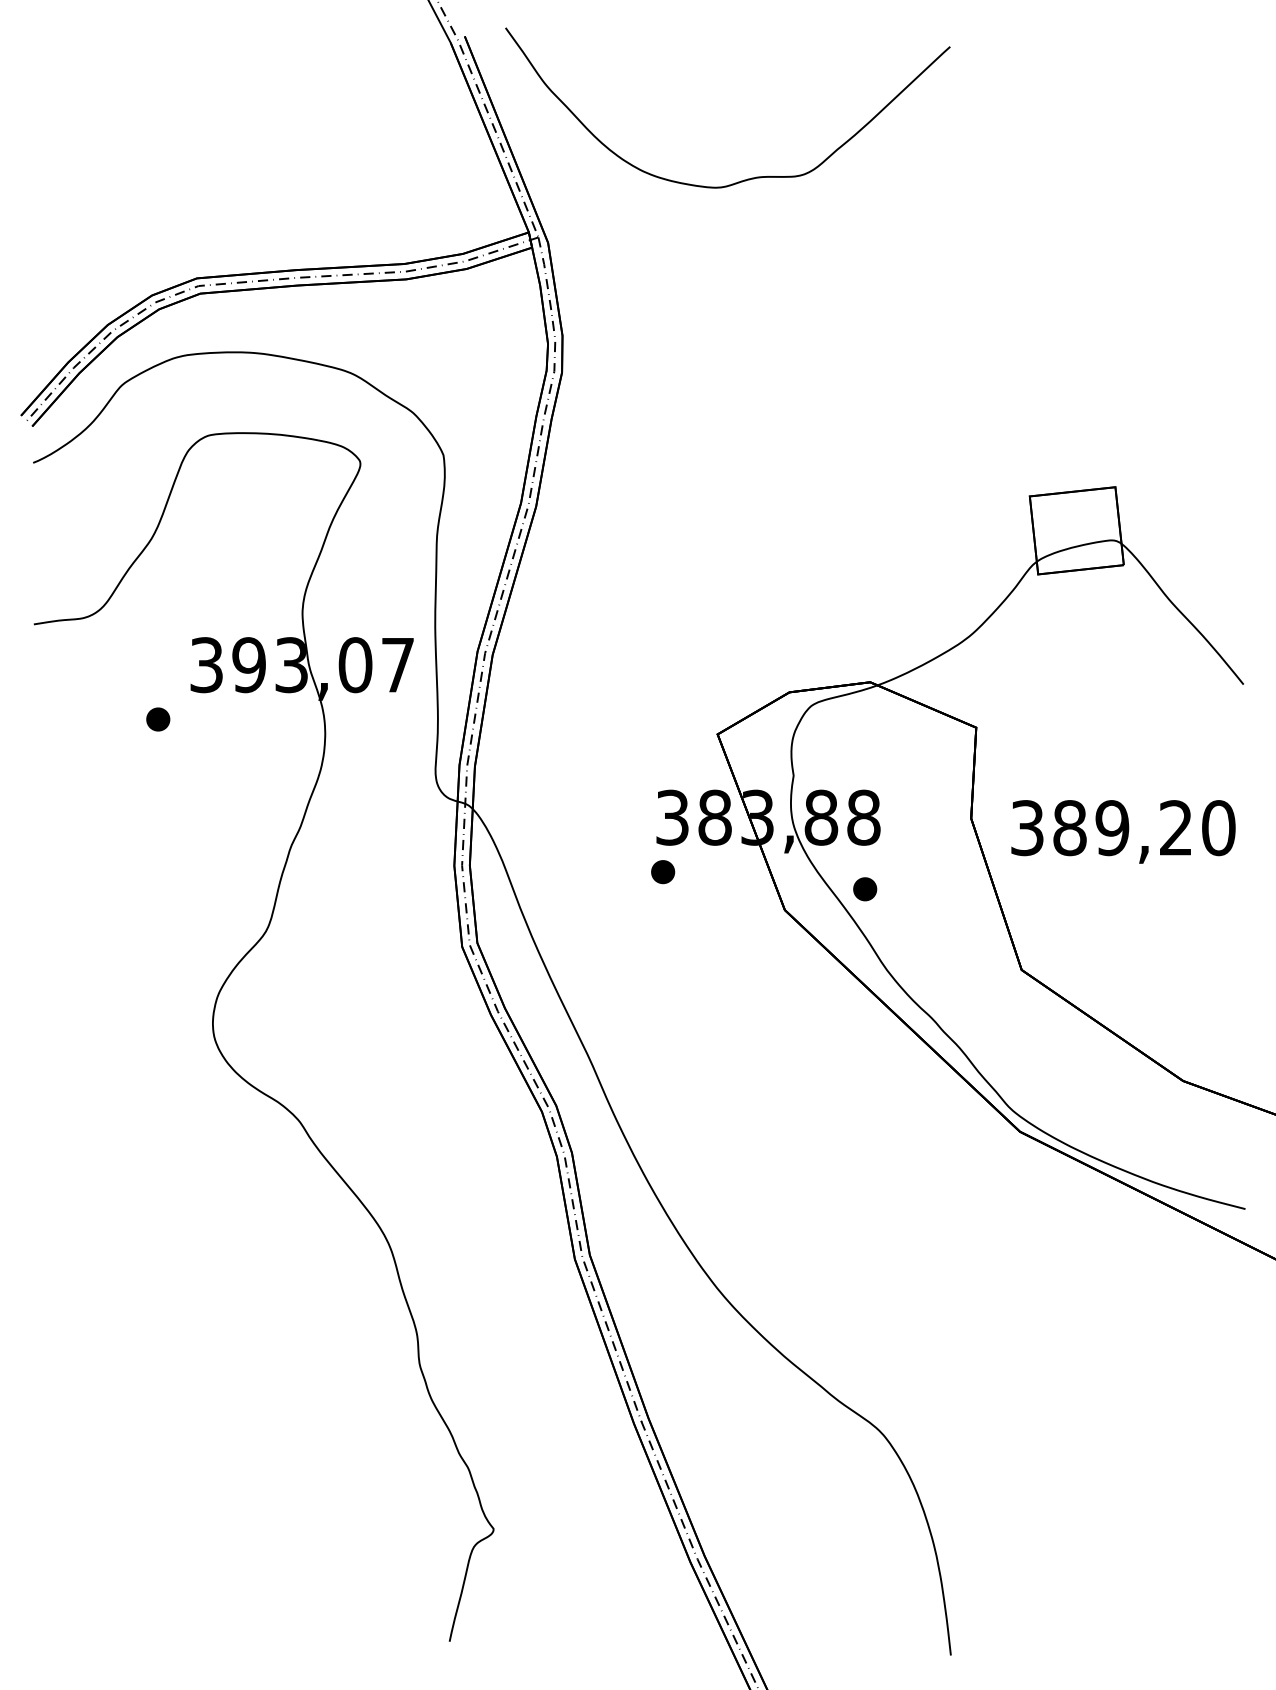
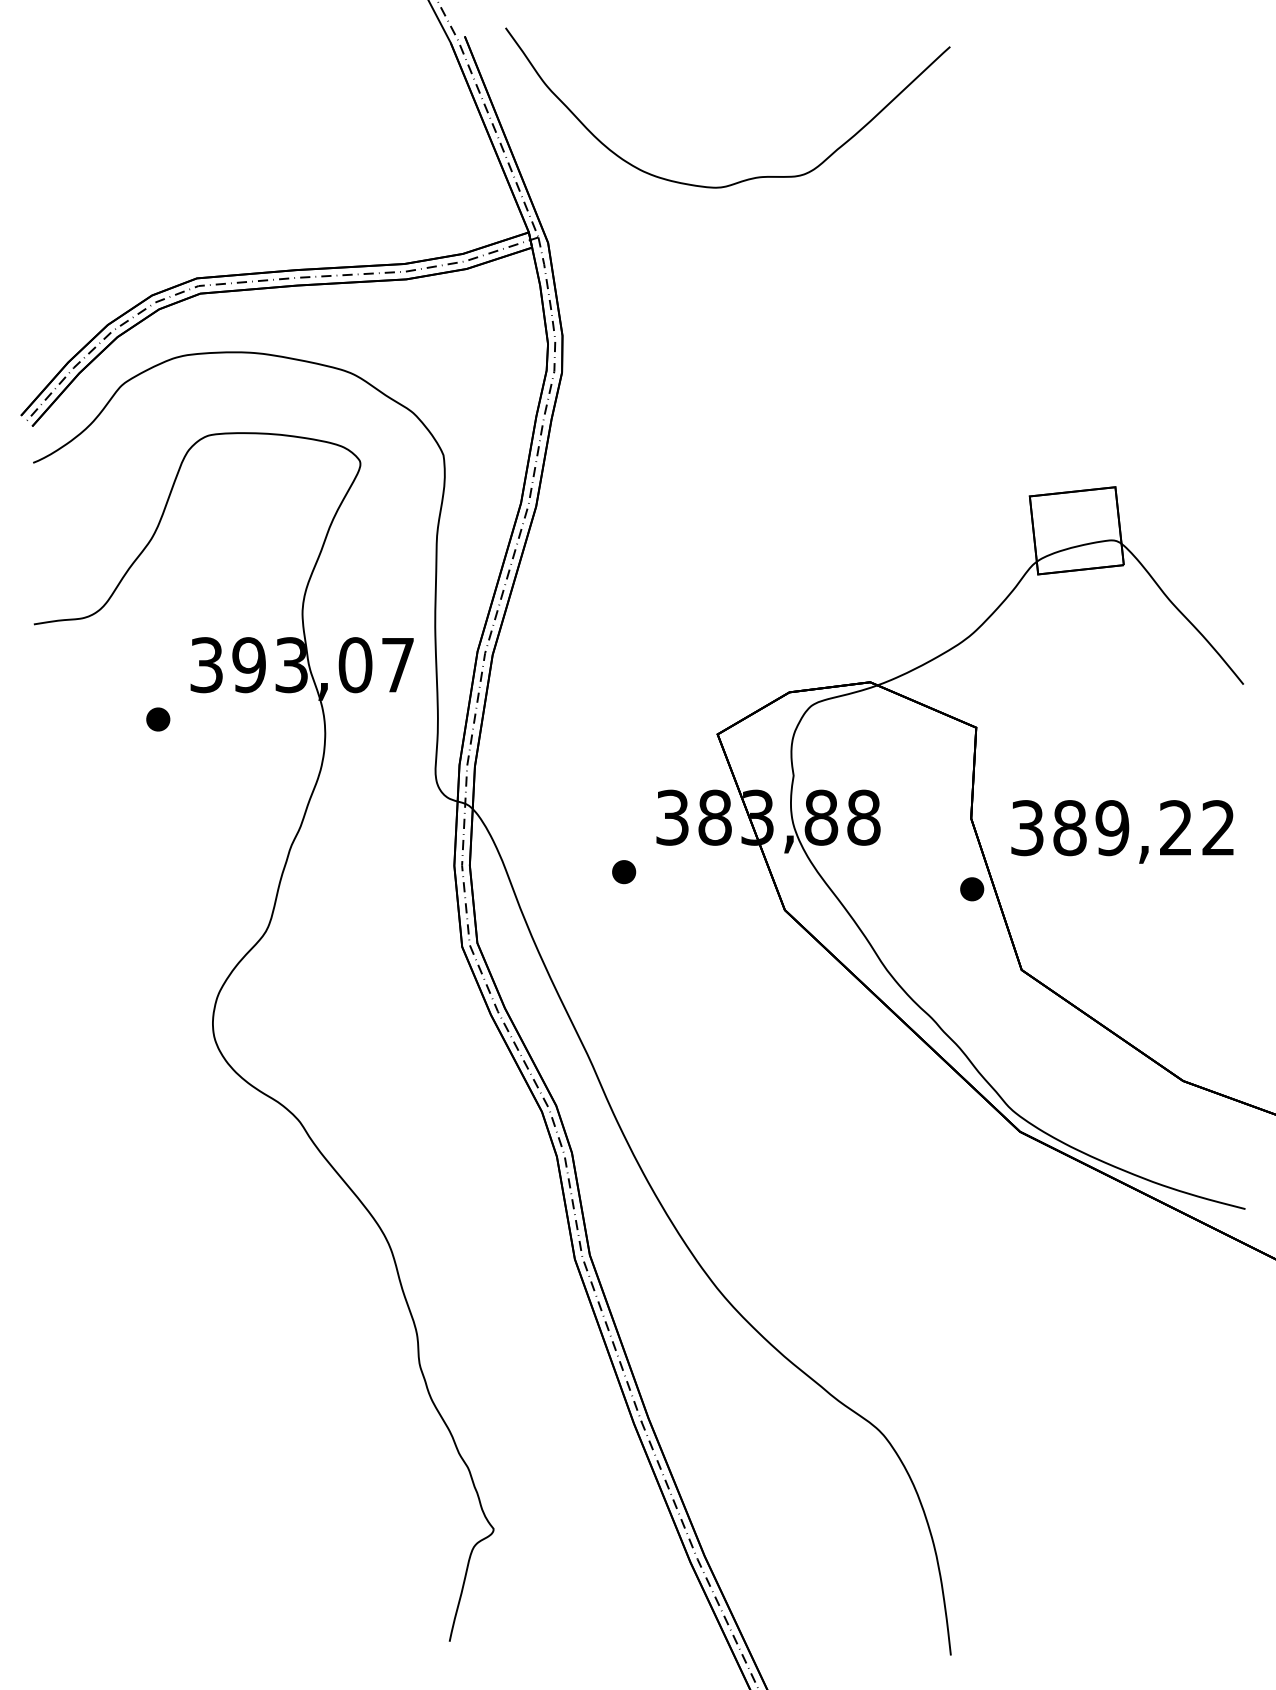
text at (1218, 828): 389,20 -> 389,22
part at (663, 872) position: (663, 872) -> (624, 872)
part at (865, 889) position: (865, 889) -> (972, 889)
